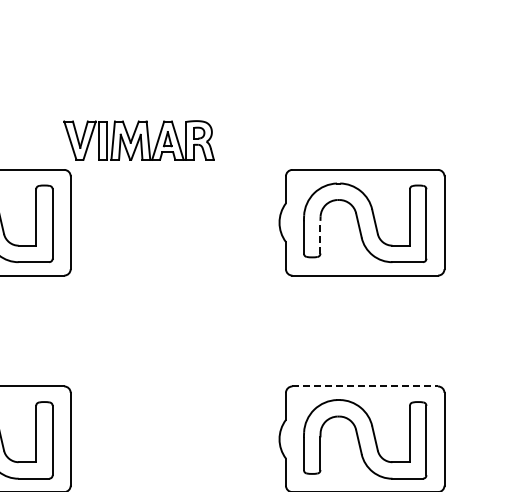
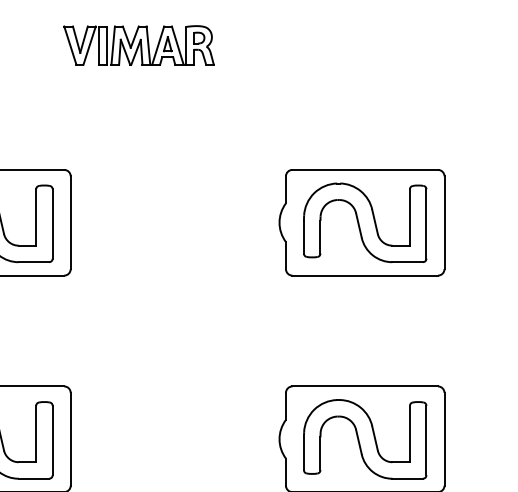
part at (138, 140) position: (138, 140) -> (138, 45)
line at (320, 236): dashed -> solid
line at (365, 386): dashed -> solid
